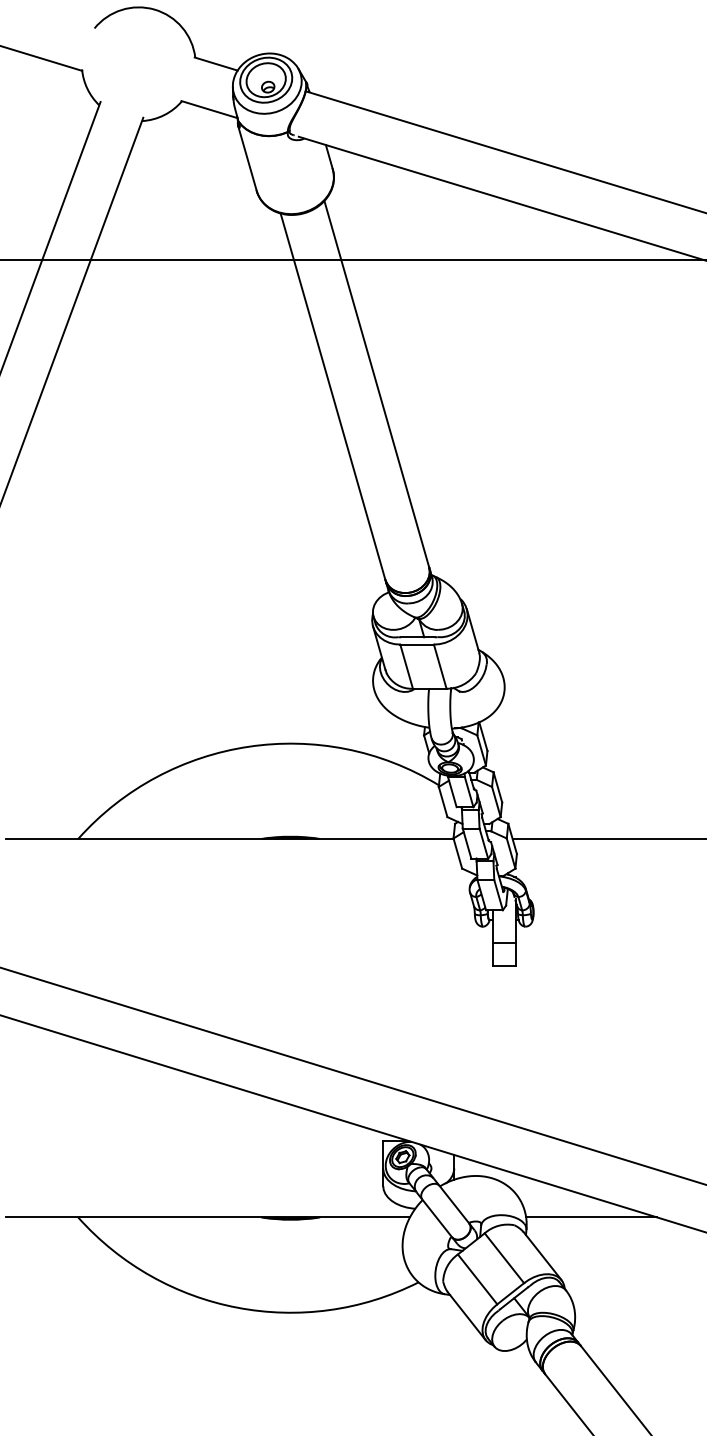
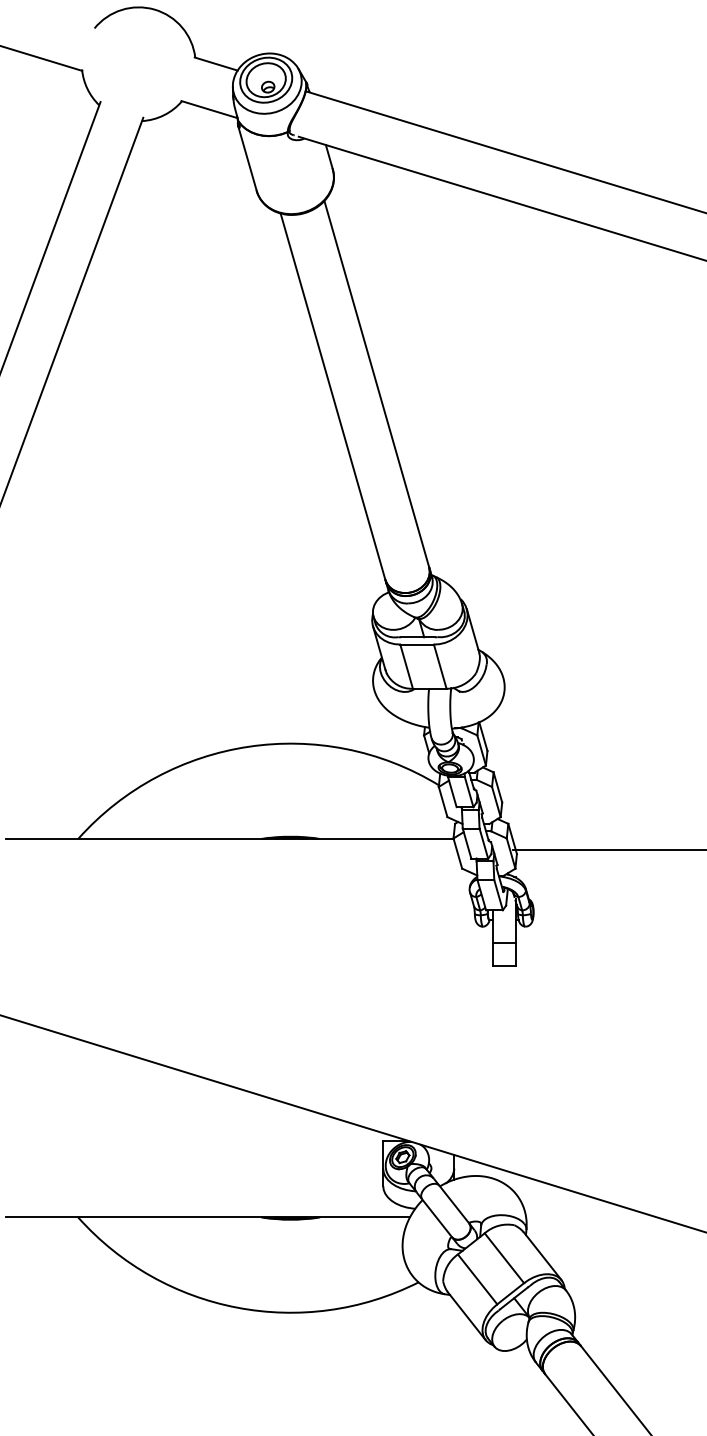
line at (352, 259): present -> none
line at (607, 838) position: (607, 838) -> (607, 849)
line at (352, 1076): present -> none
line at (591, 1217): present -> none
